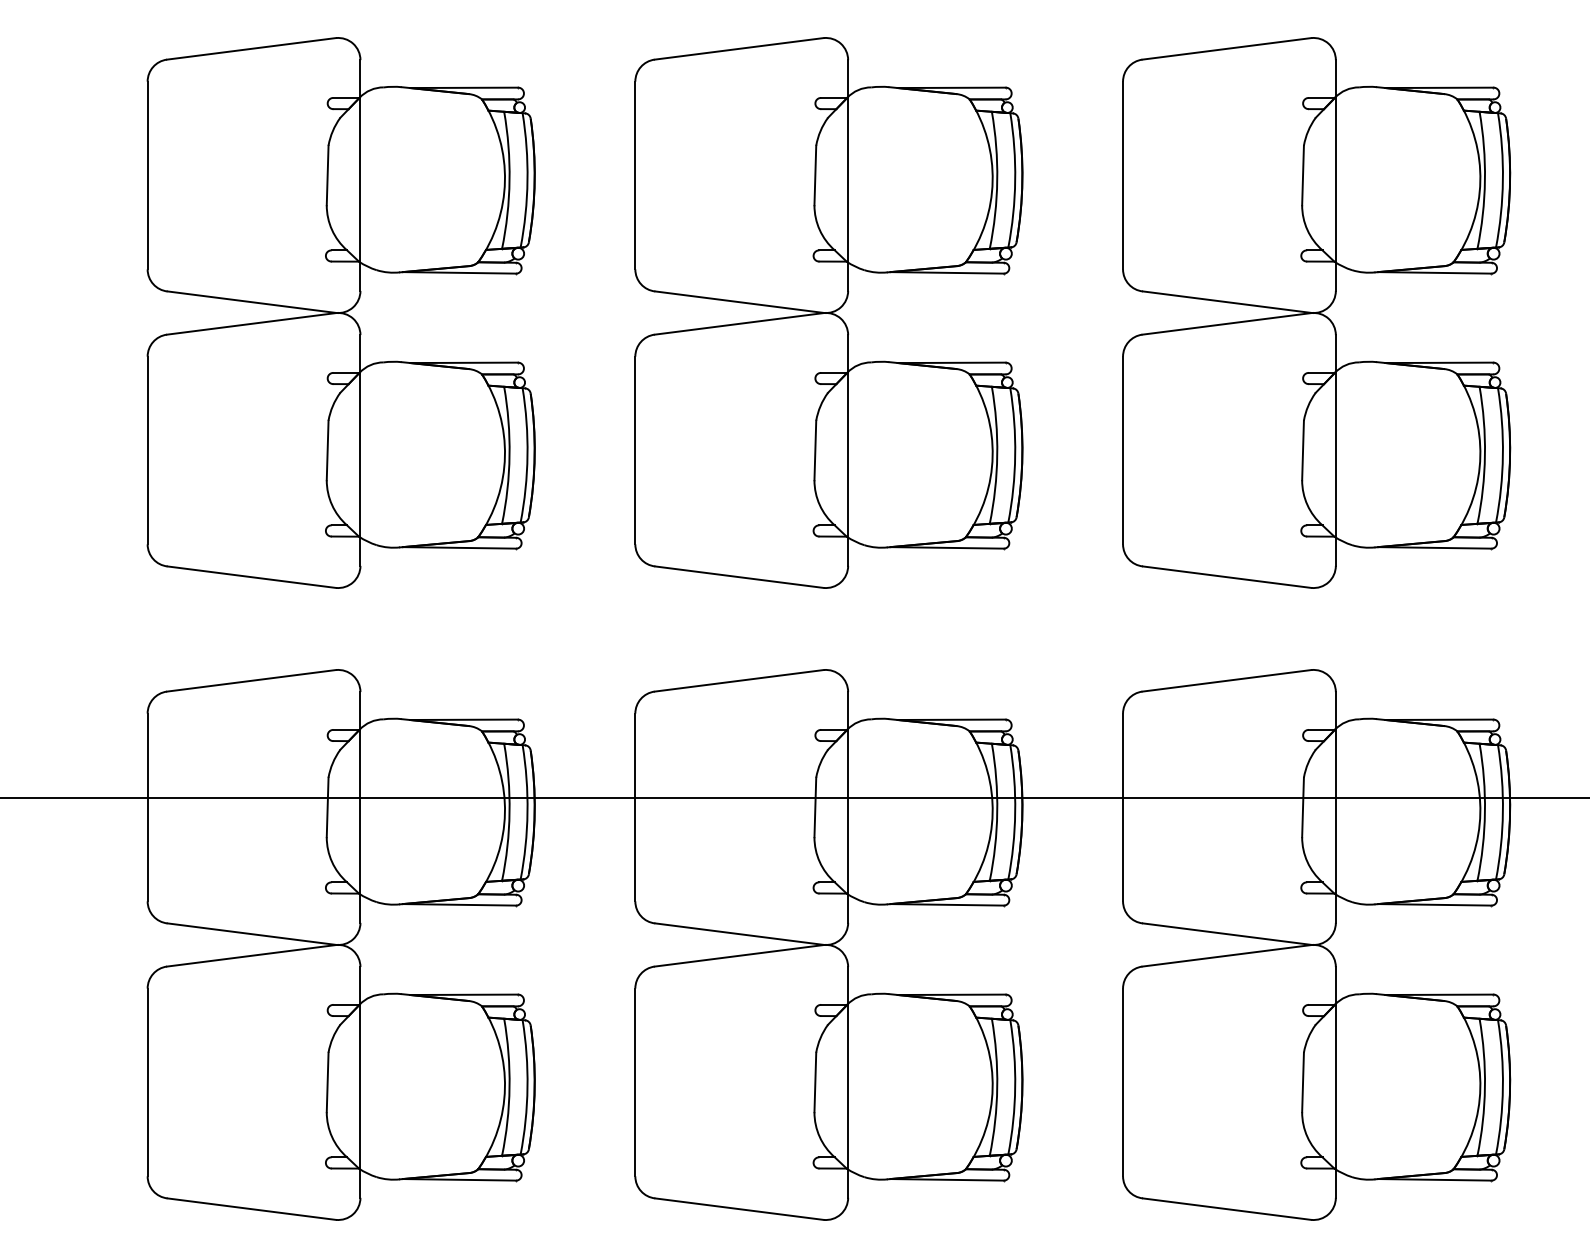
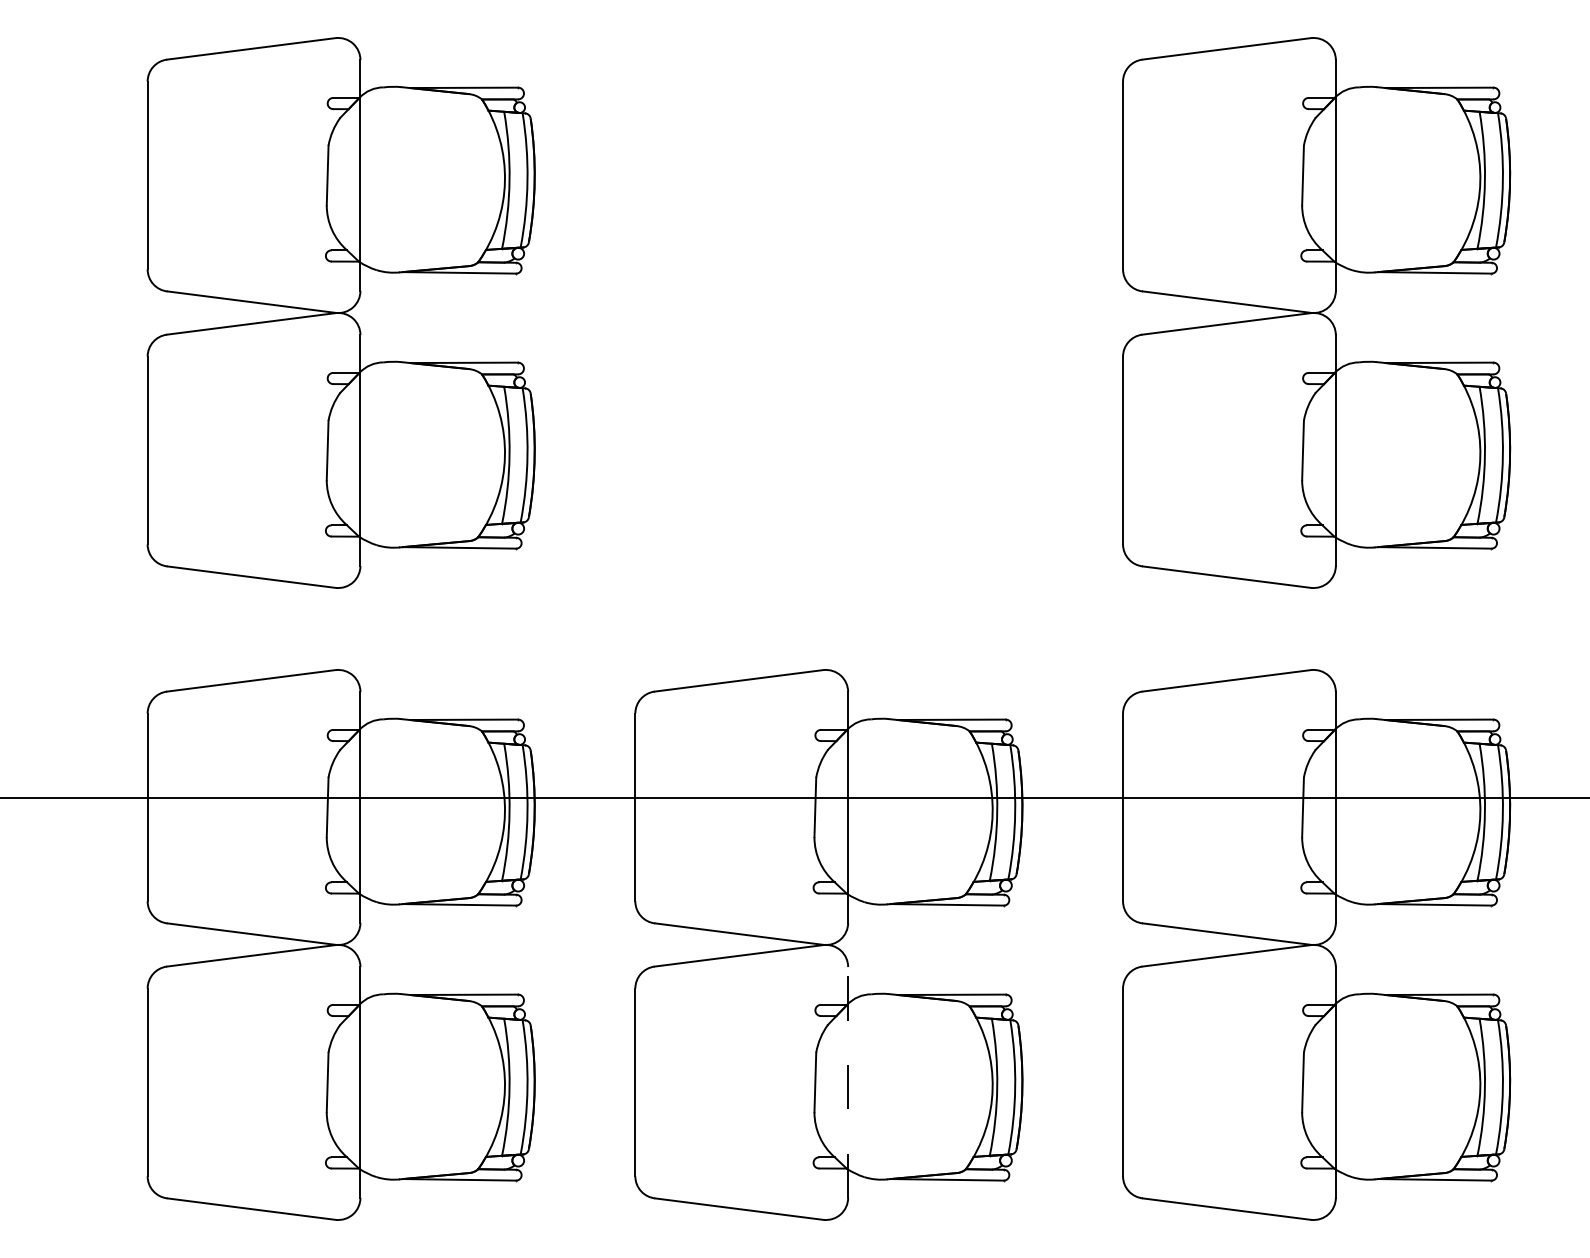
part at (828, 312): present -> none
line at (848, 1081): solid -> dashed
